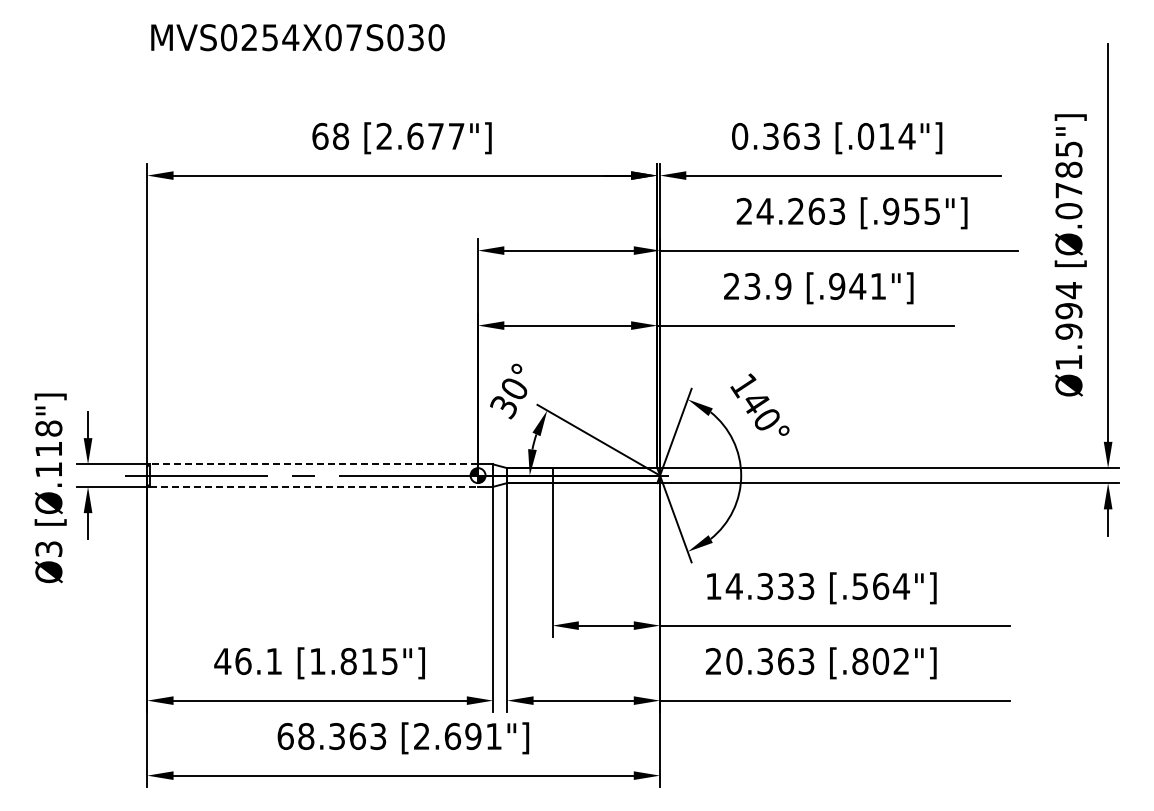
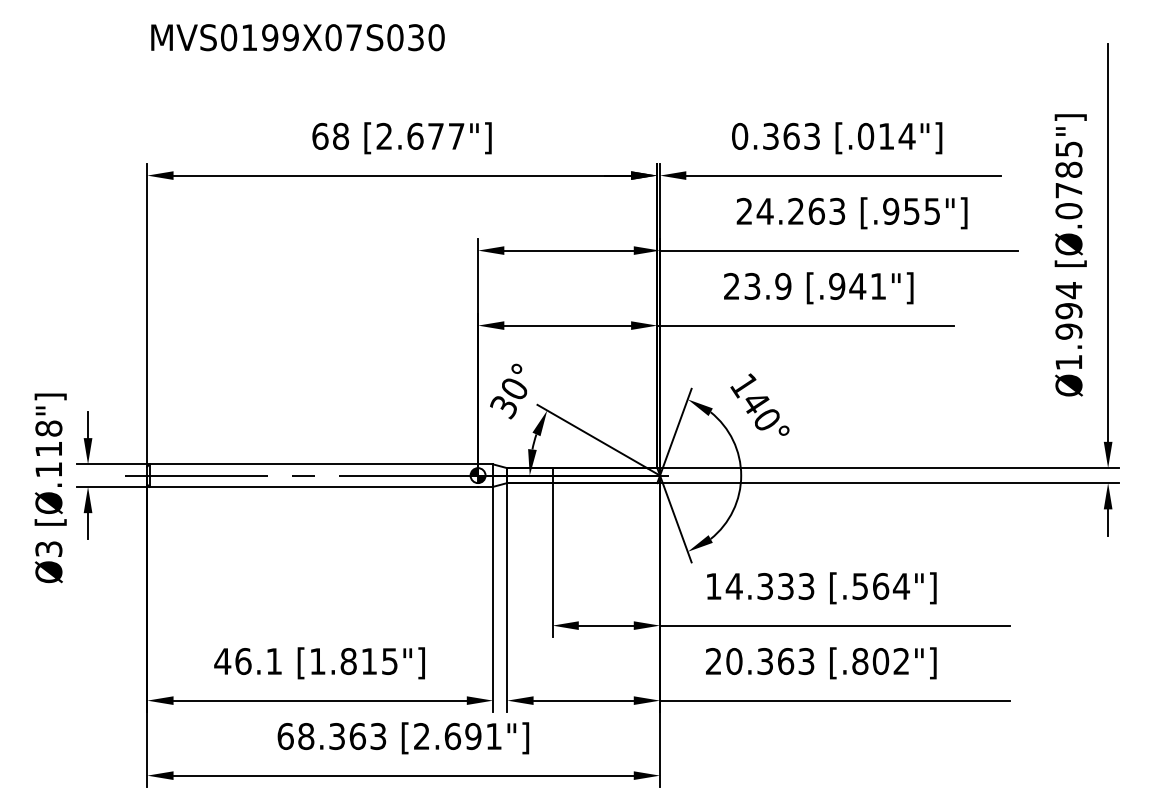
text at (270, 37): MVS0254X07S030 -> MVS0199X07S030
line at (313, 464): dashed -> solid
line at (314, 486): dashed -> solid
